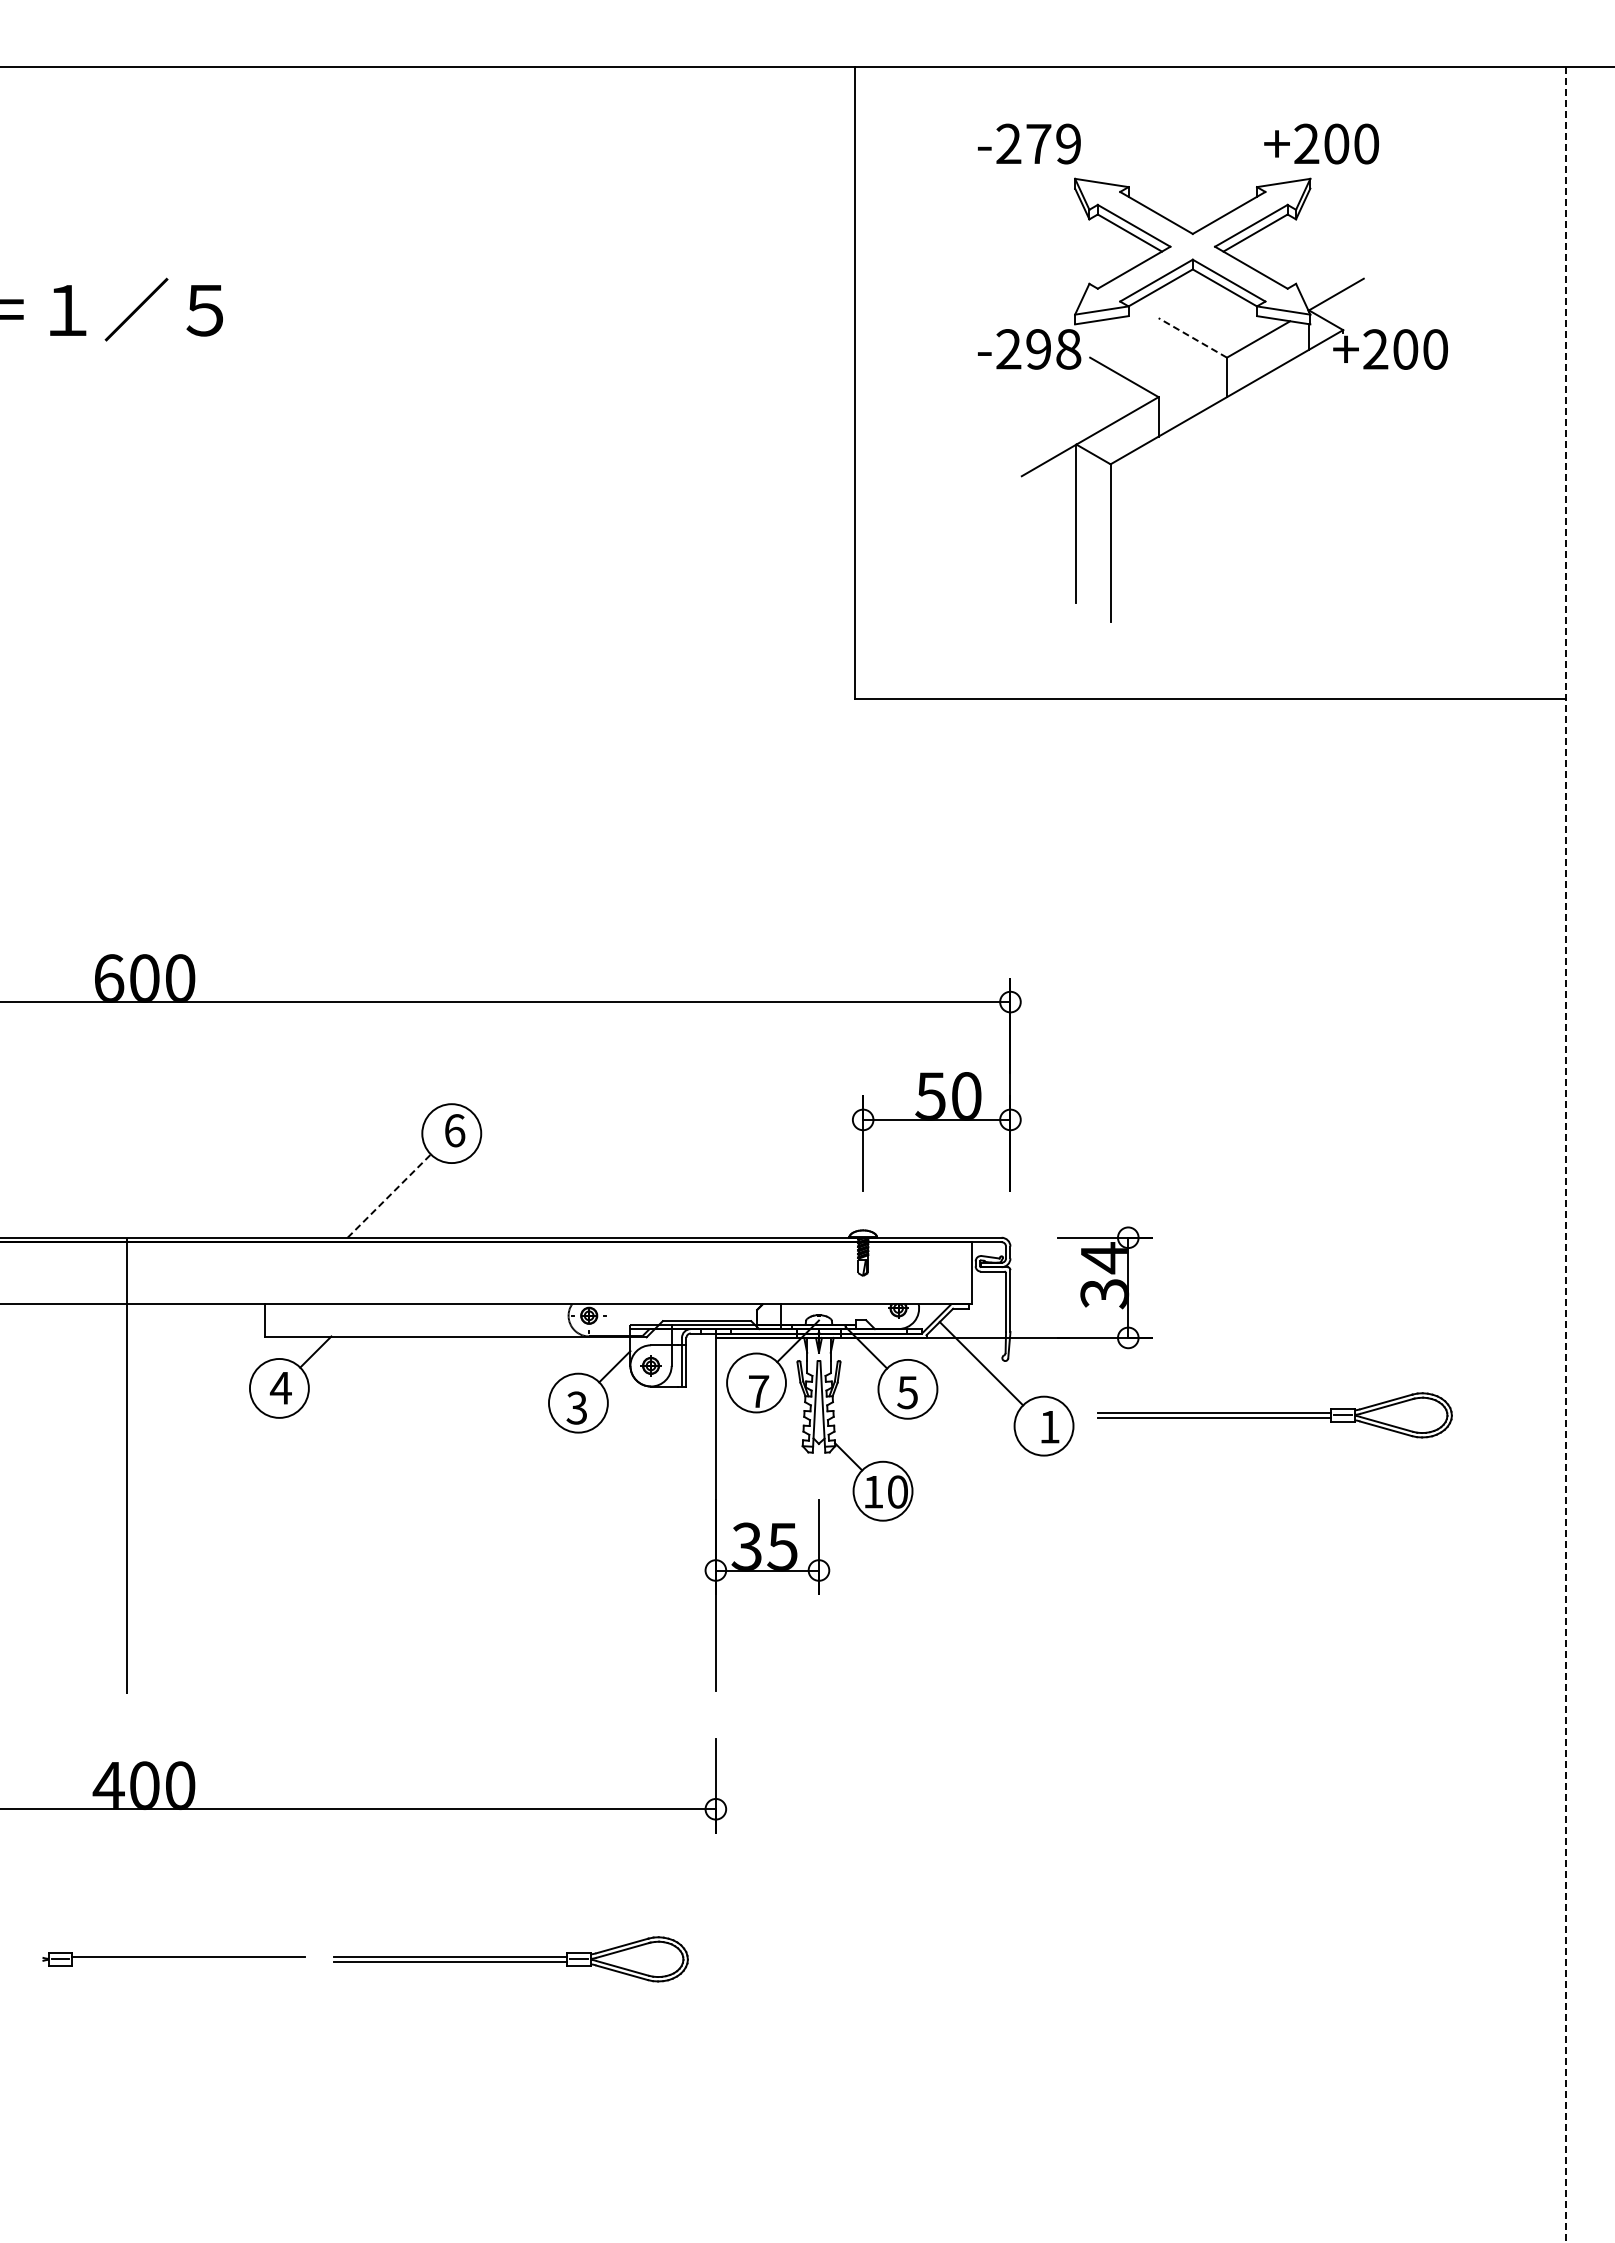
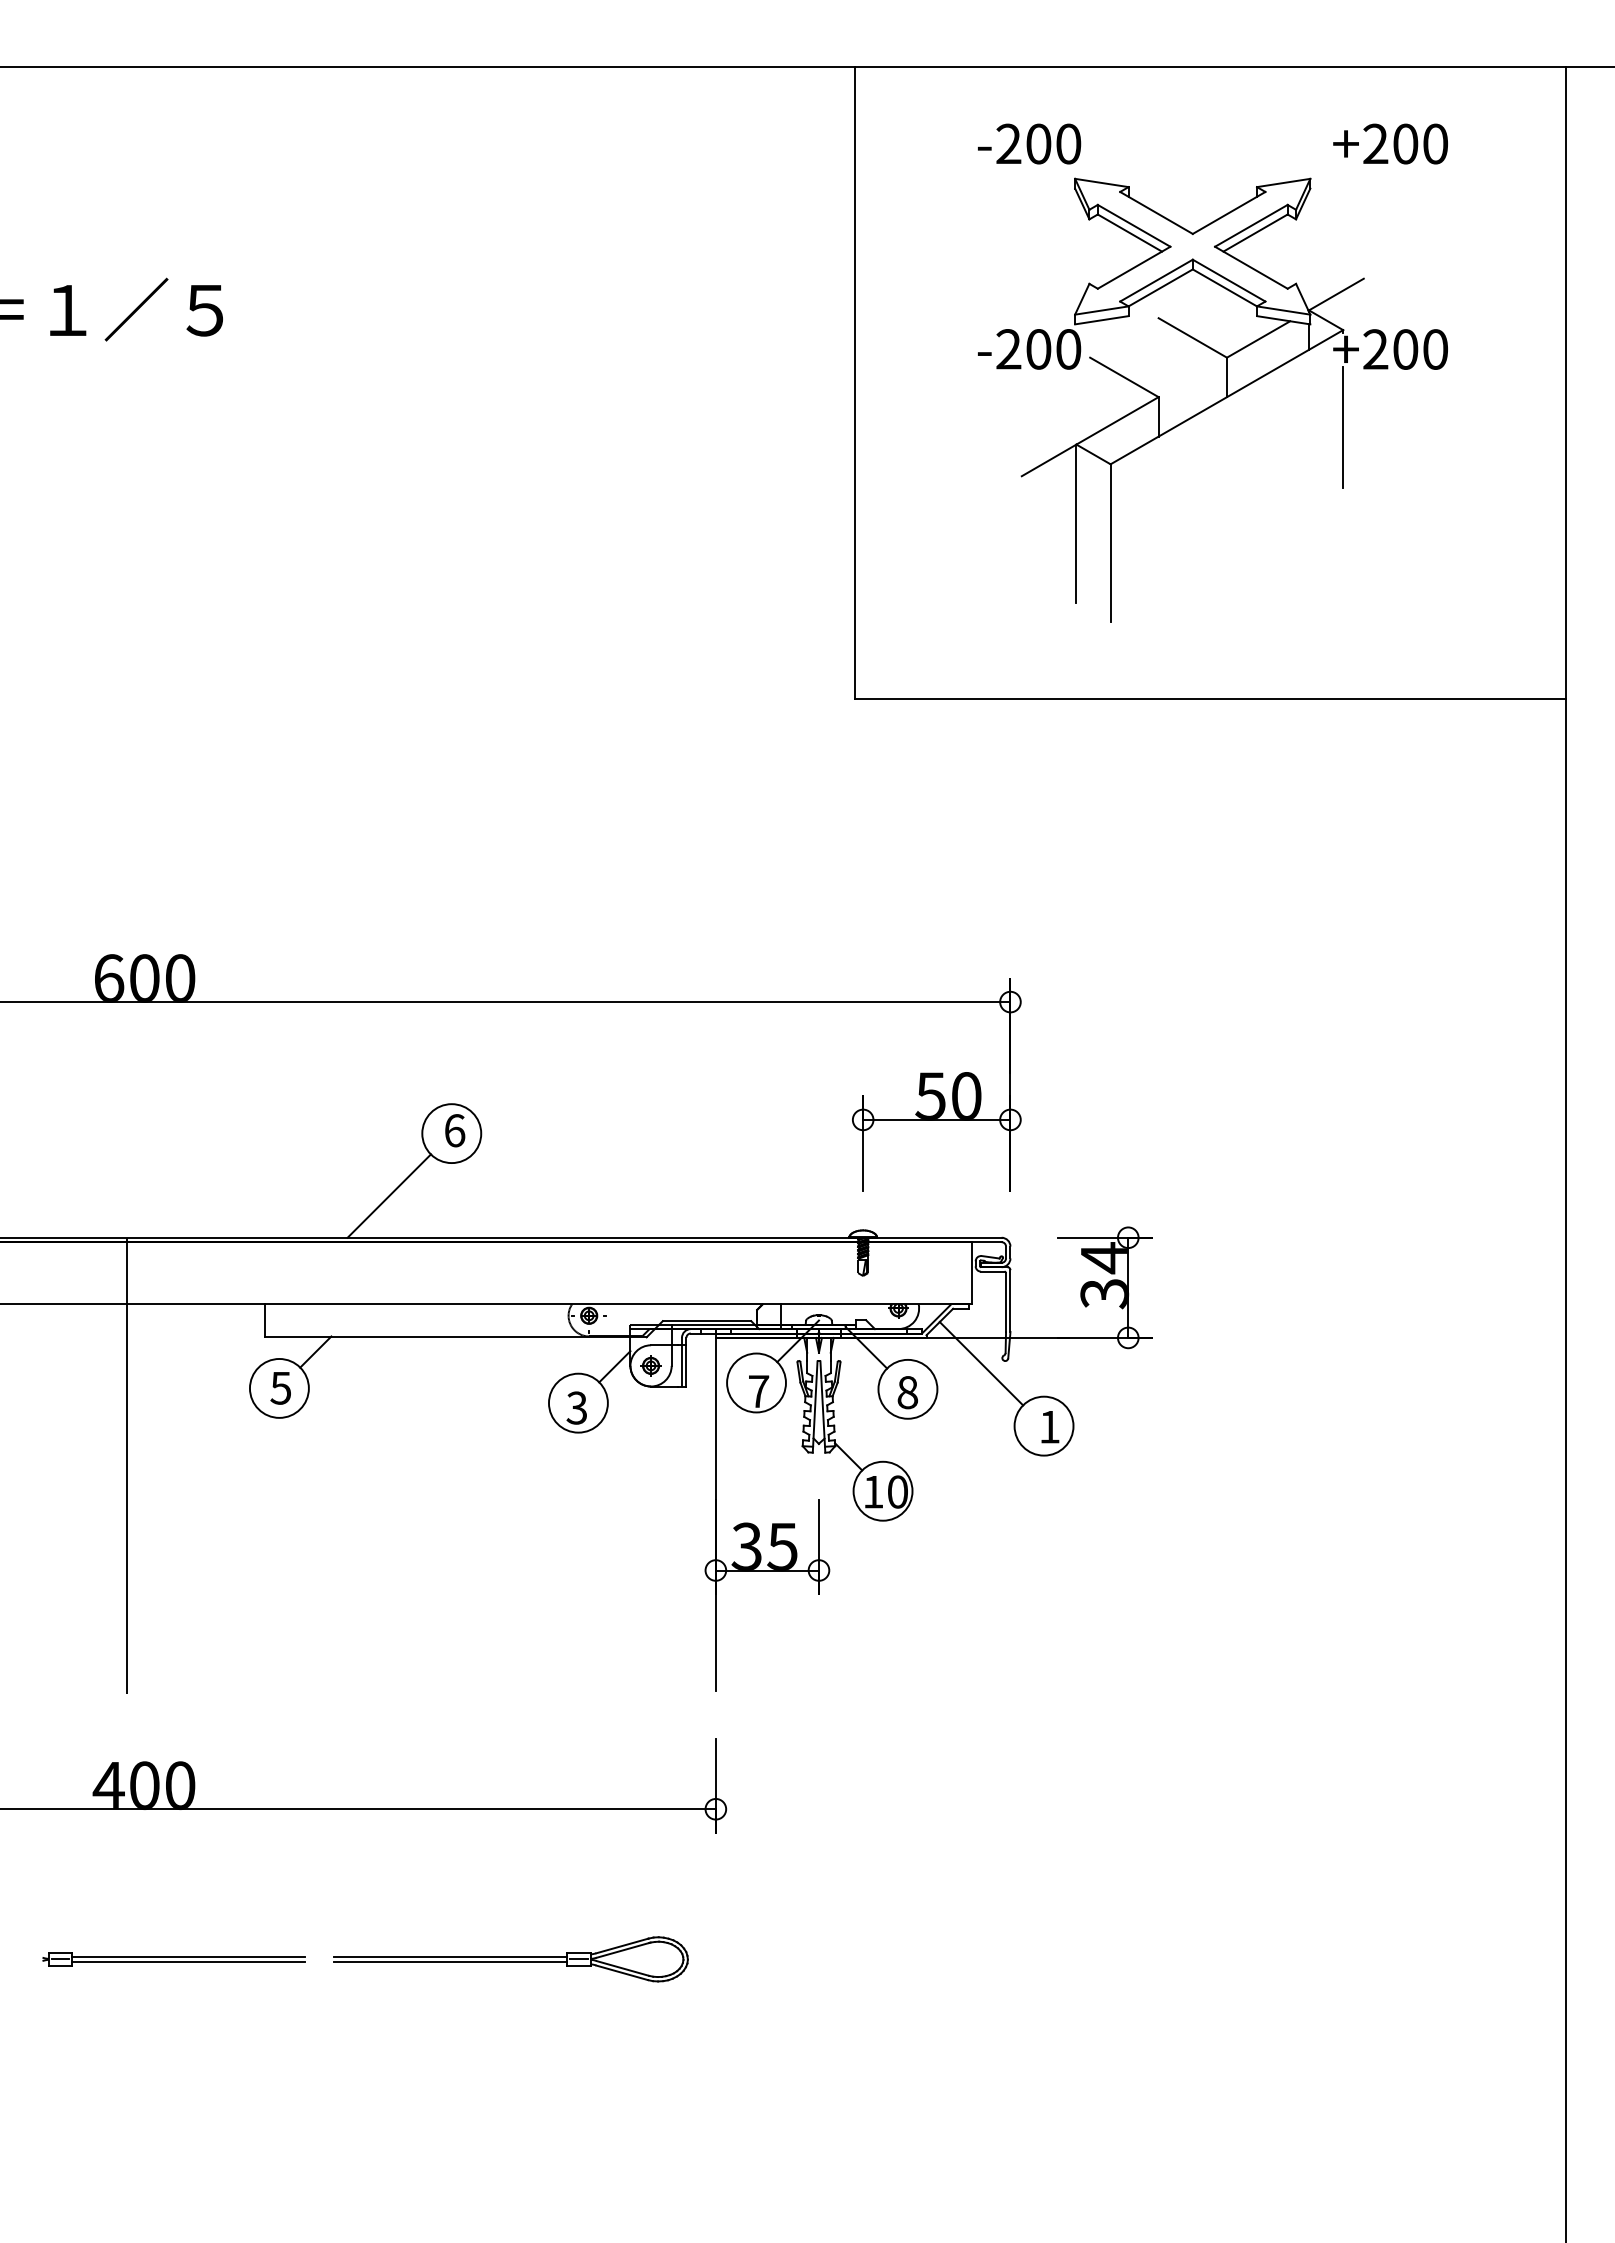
text at (1053, 143): -279 -> -200
text at (1321, 143) position: (1321, 143) -> (1390, 143)
line at (1192, 337): dashed -> solid
text at (1053, 349): -298 -> -200
line at (1343, 427): none -> present
line at (1566, 1155): dashed -> solid
line at (389, 1196): dashed -> solid
text at (280, 1388): 4 -> 5
text at (907, 1392): 5 -> 8
part at (1274, 1415): present -> none
line at (188, 1961): none -> present
